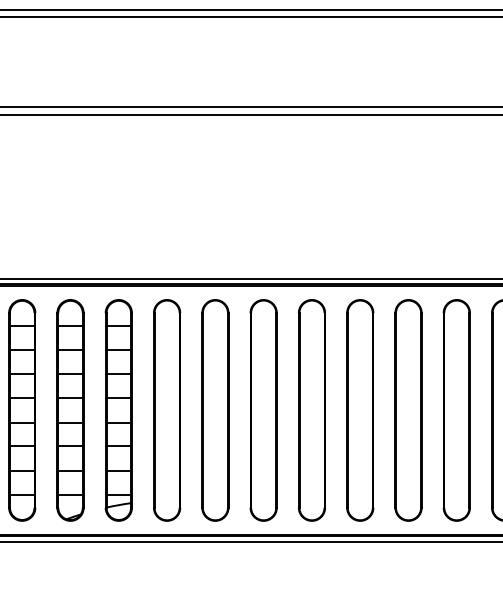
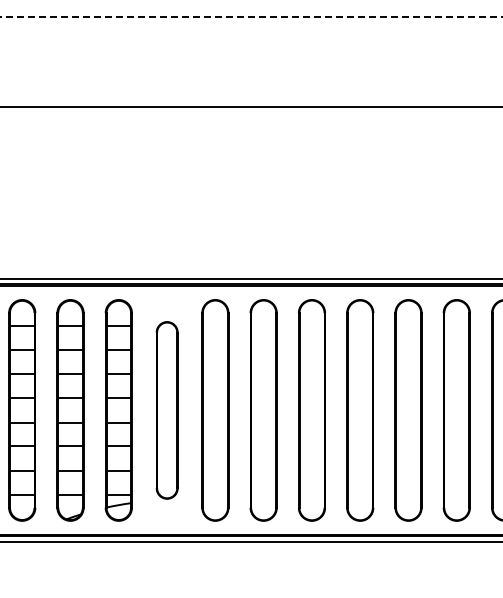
line at (250, 10): present -> none
line at (251, 16): solid -> dashed
line at (250, 114): present -> none
part at (167, 410) size: 29x223 px -> 24x179 px
